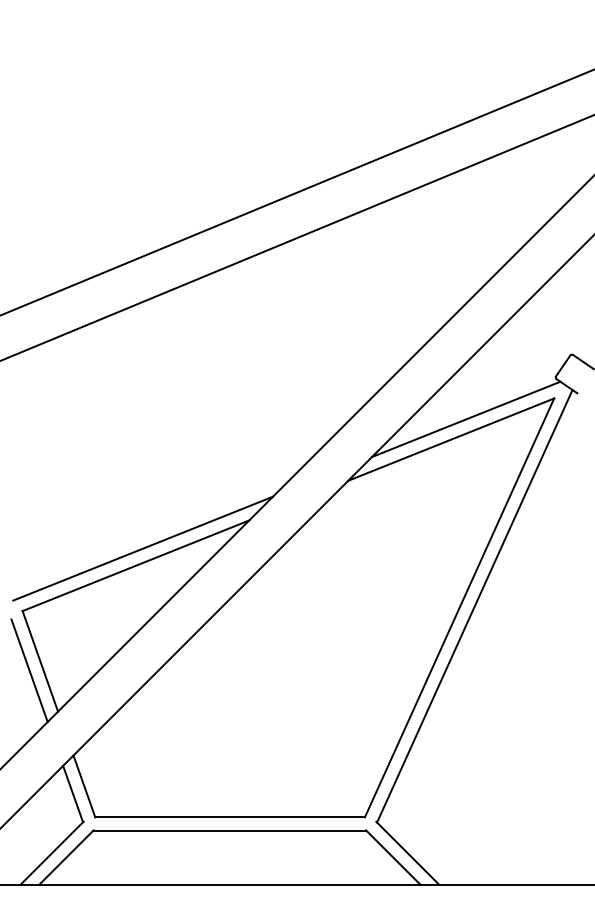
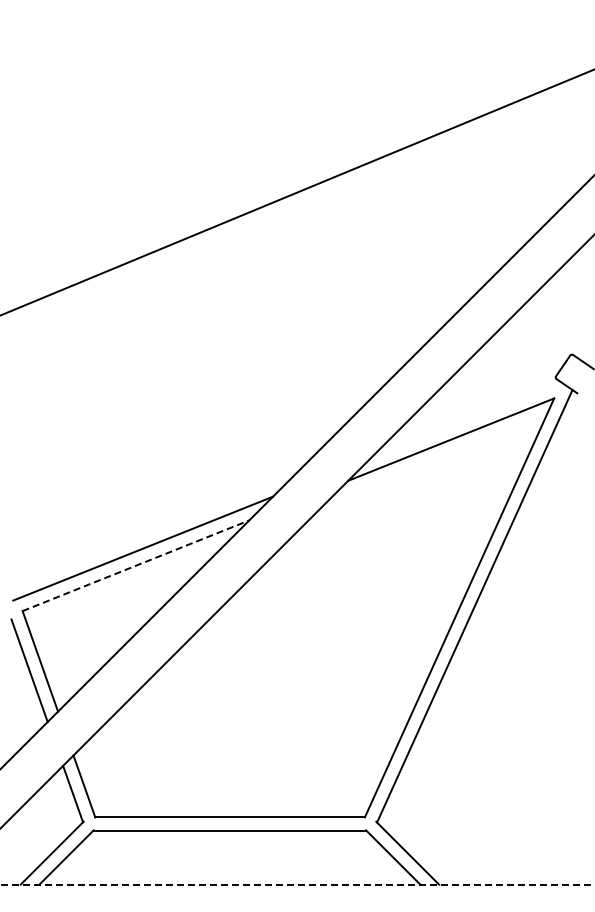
line at (296, 238): present -> none
line at (465, 419): present -> none
line at (136, 565): solid -> dashed
line at (297, 884): solid -> dashed
